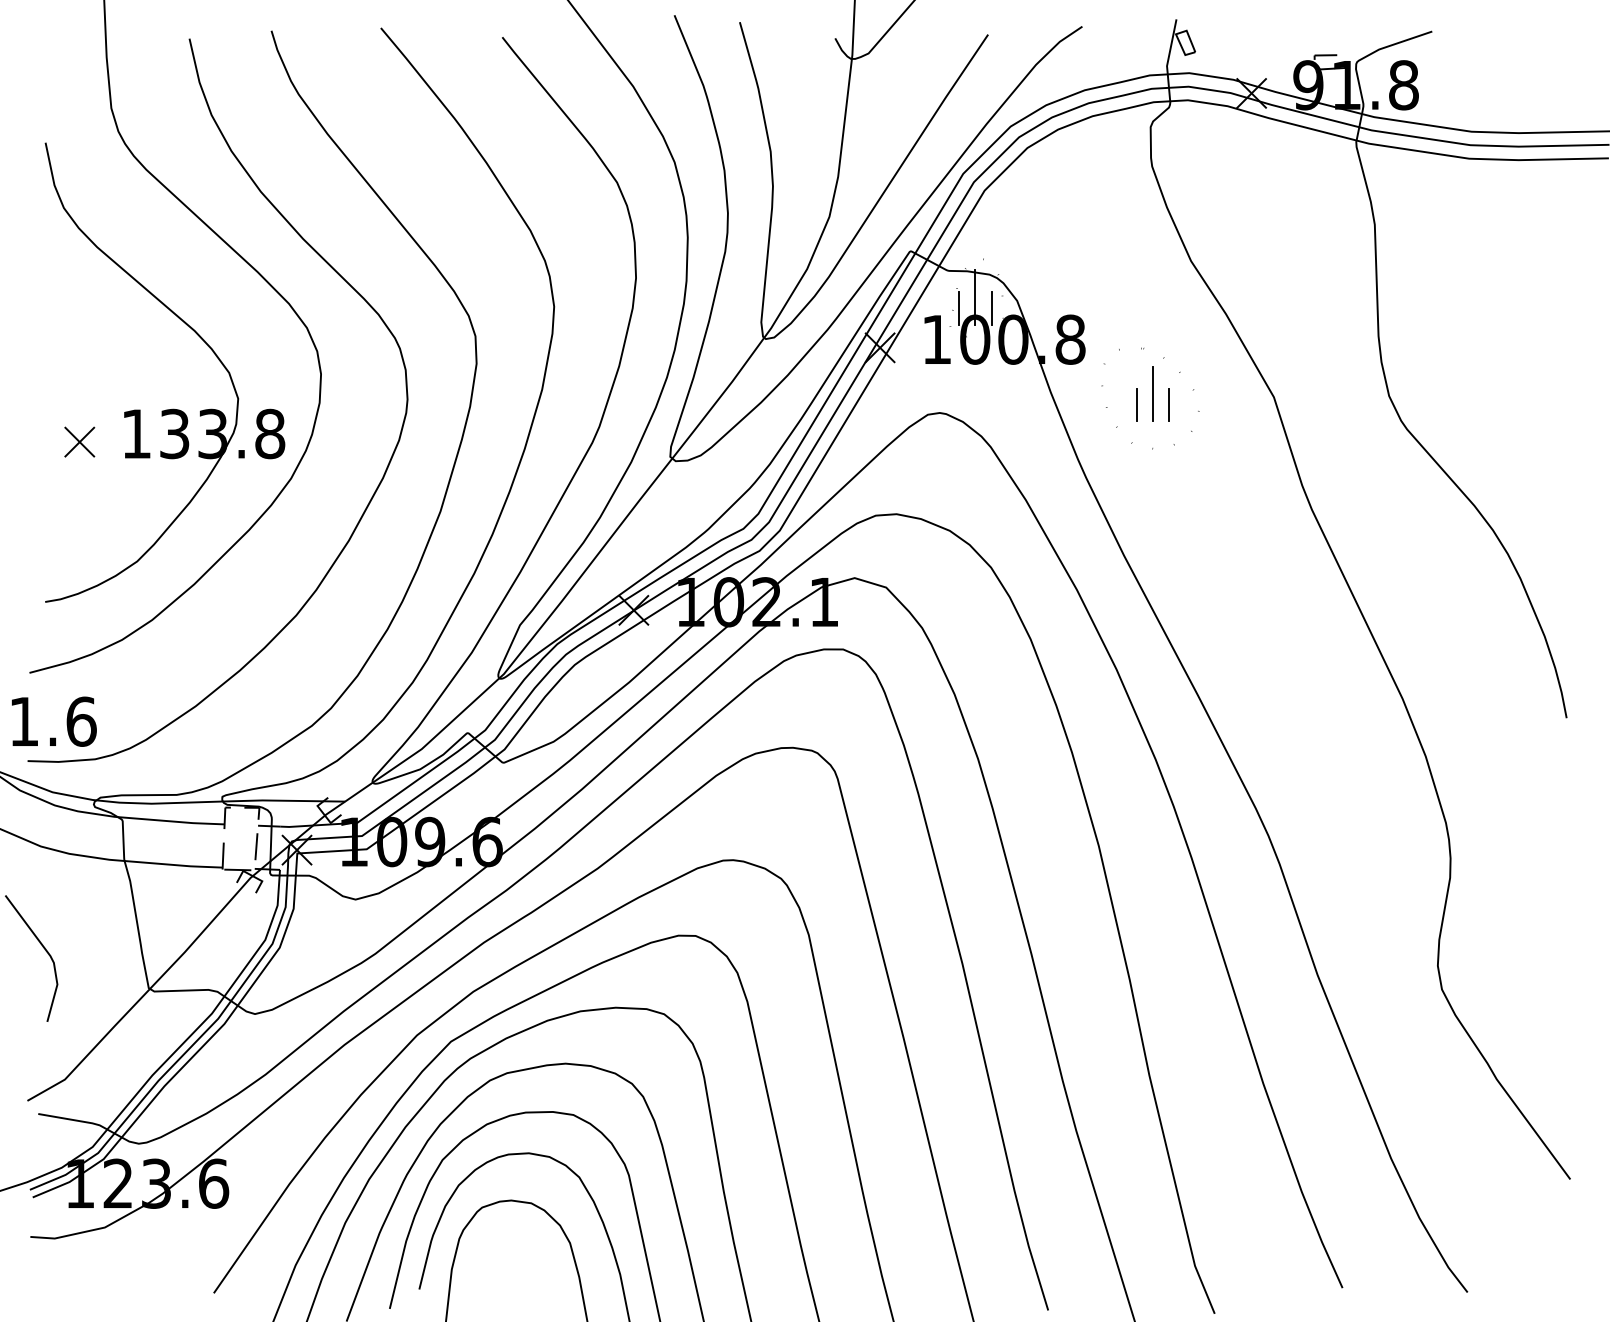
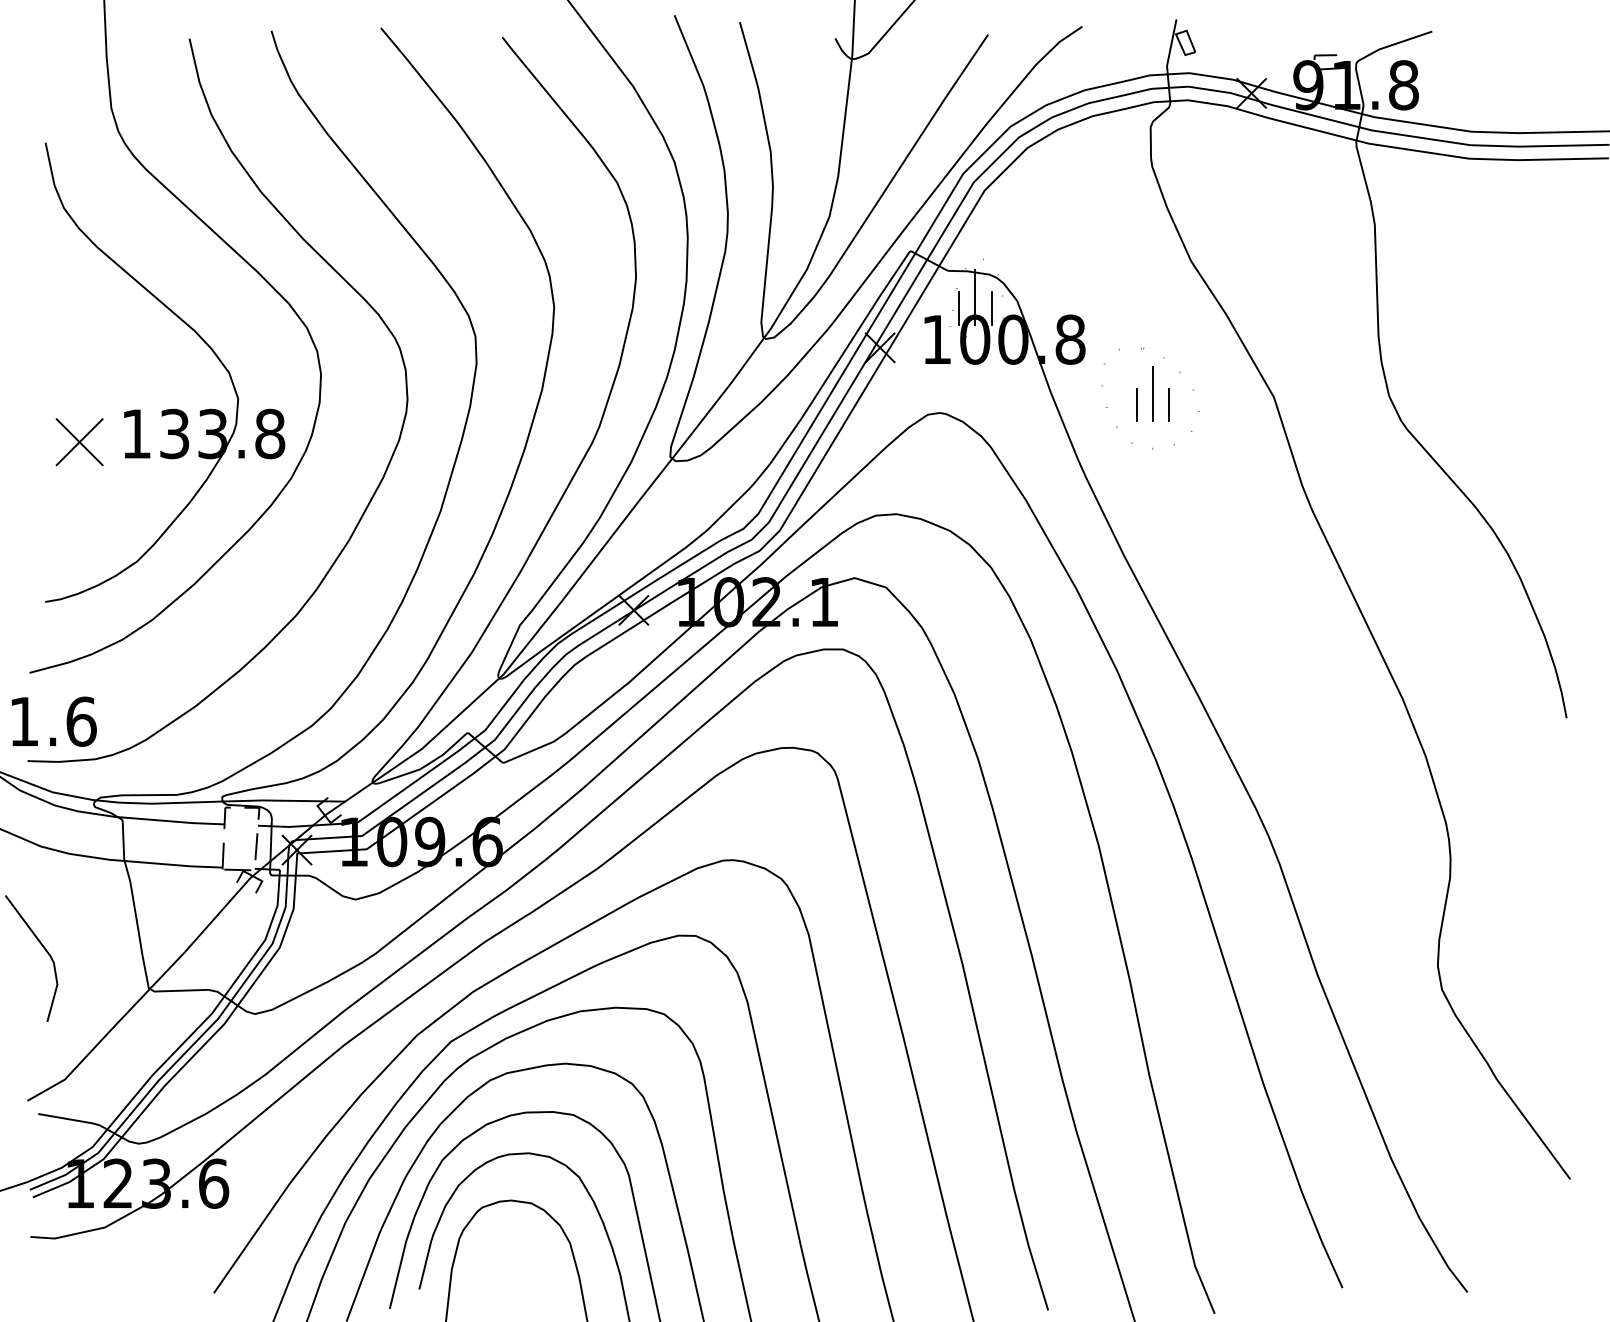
part at (79, 441) size: 32x32 px -> 49x49 px
